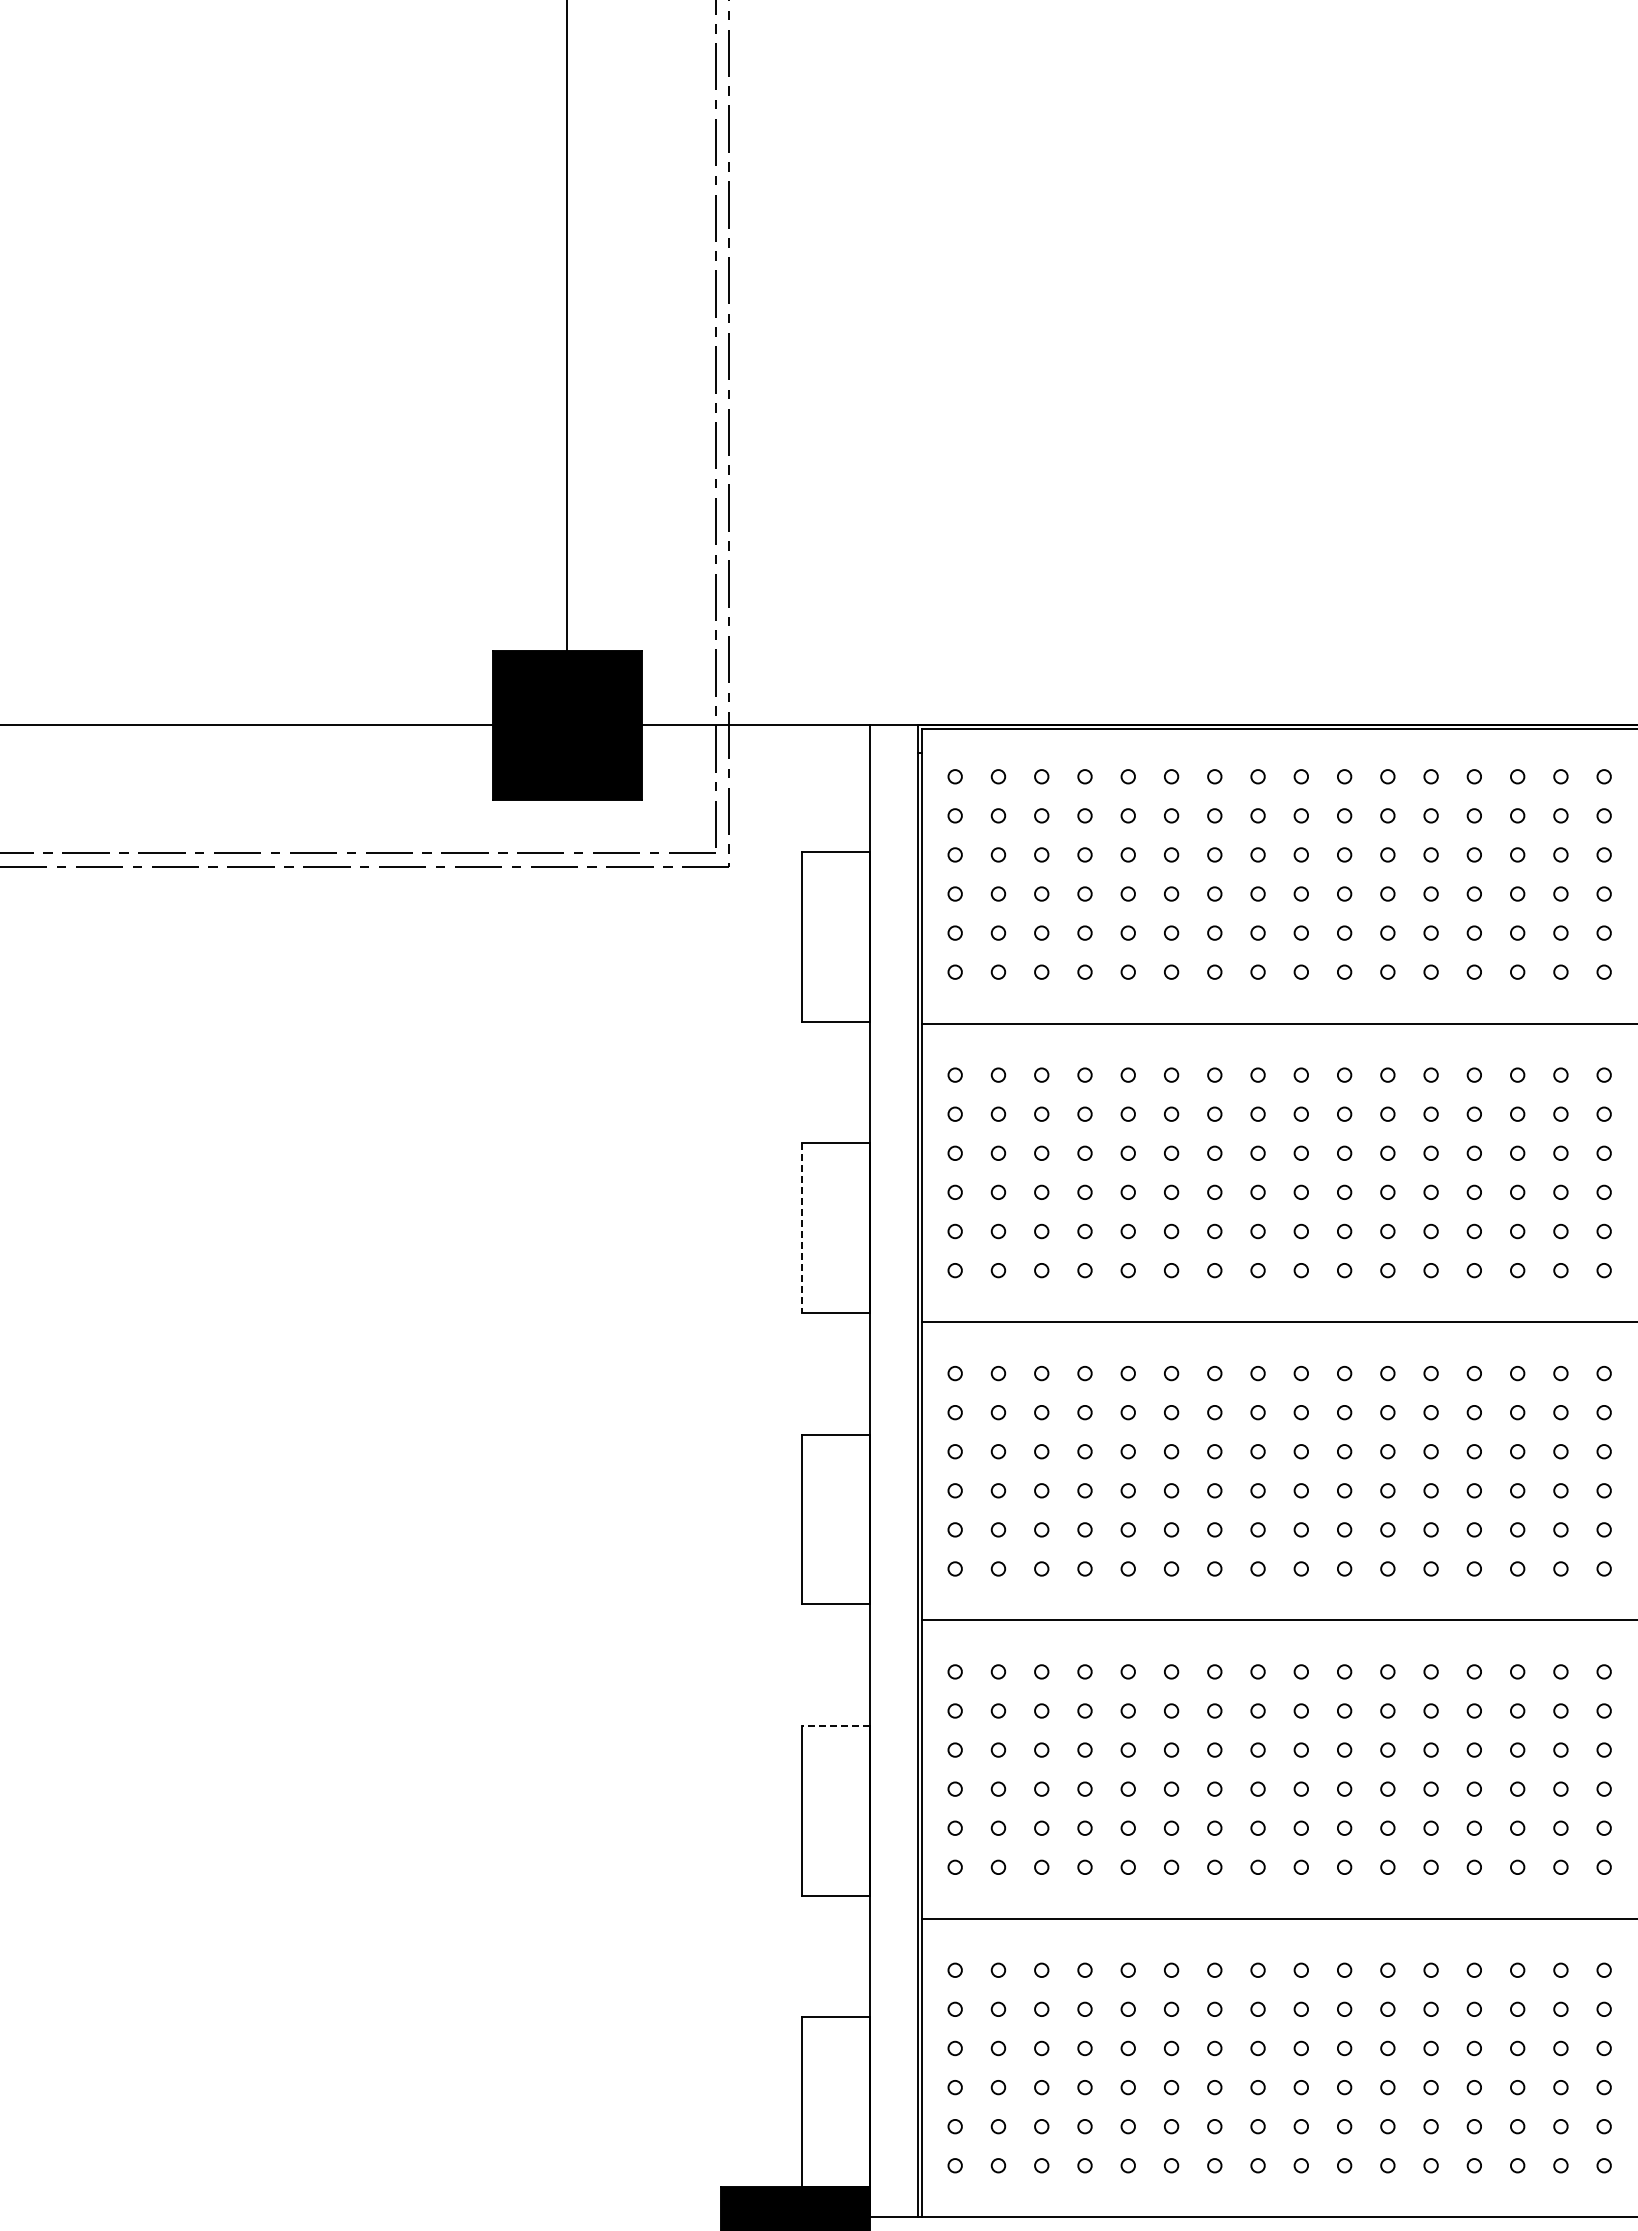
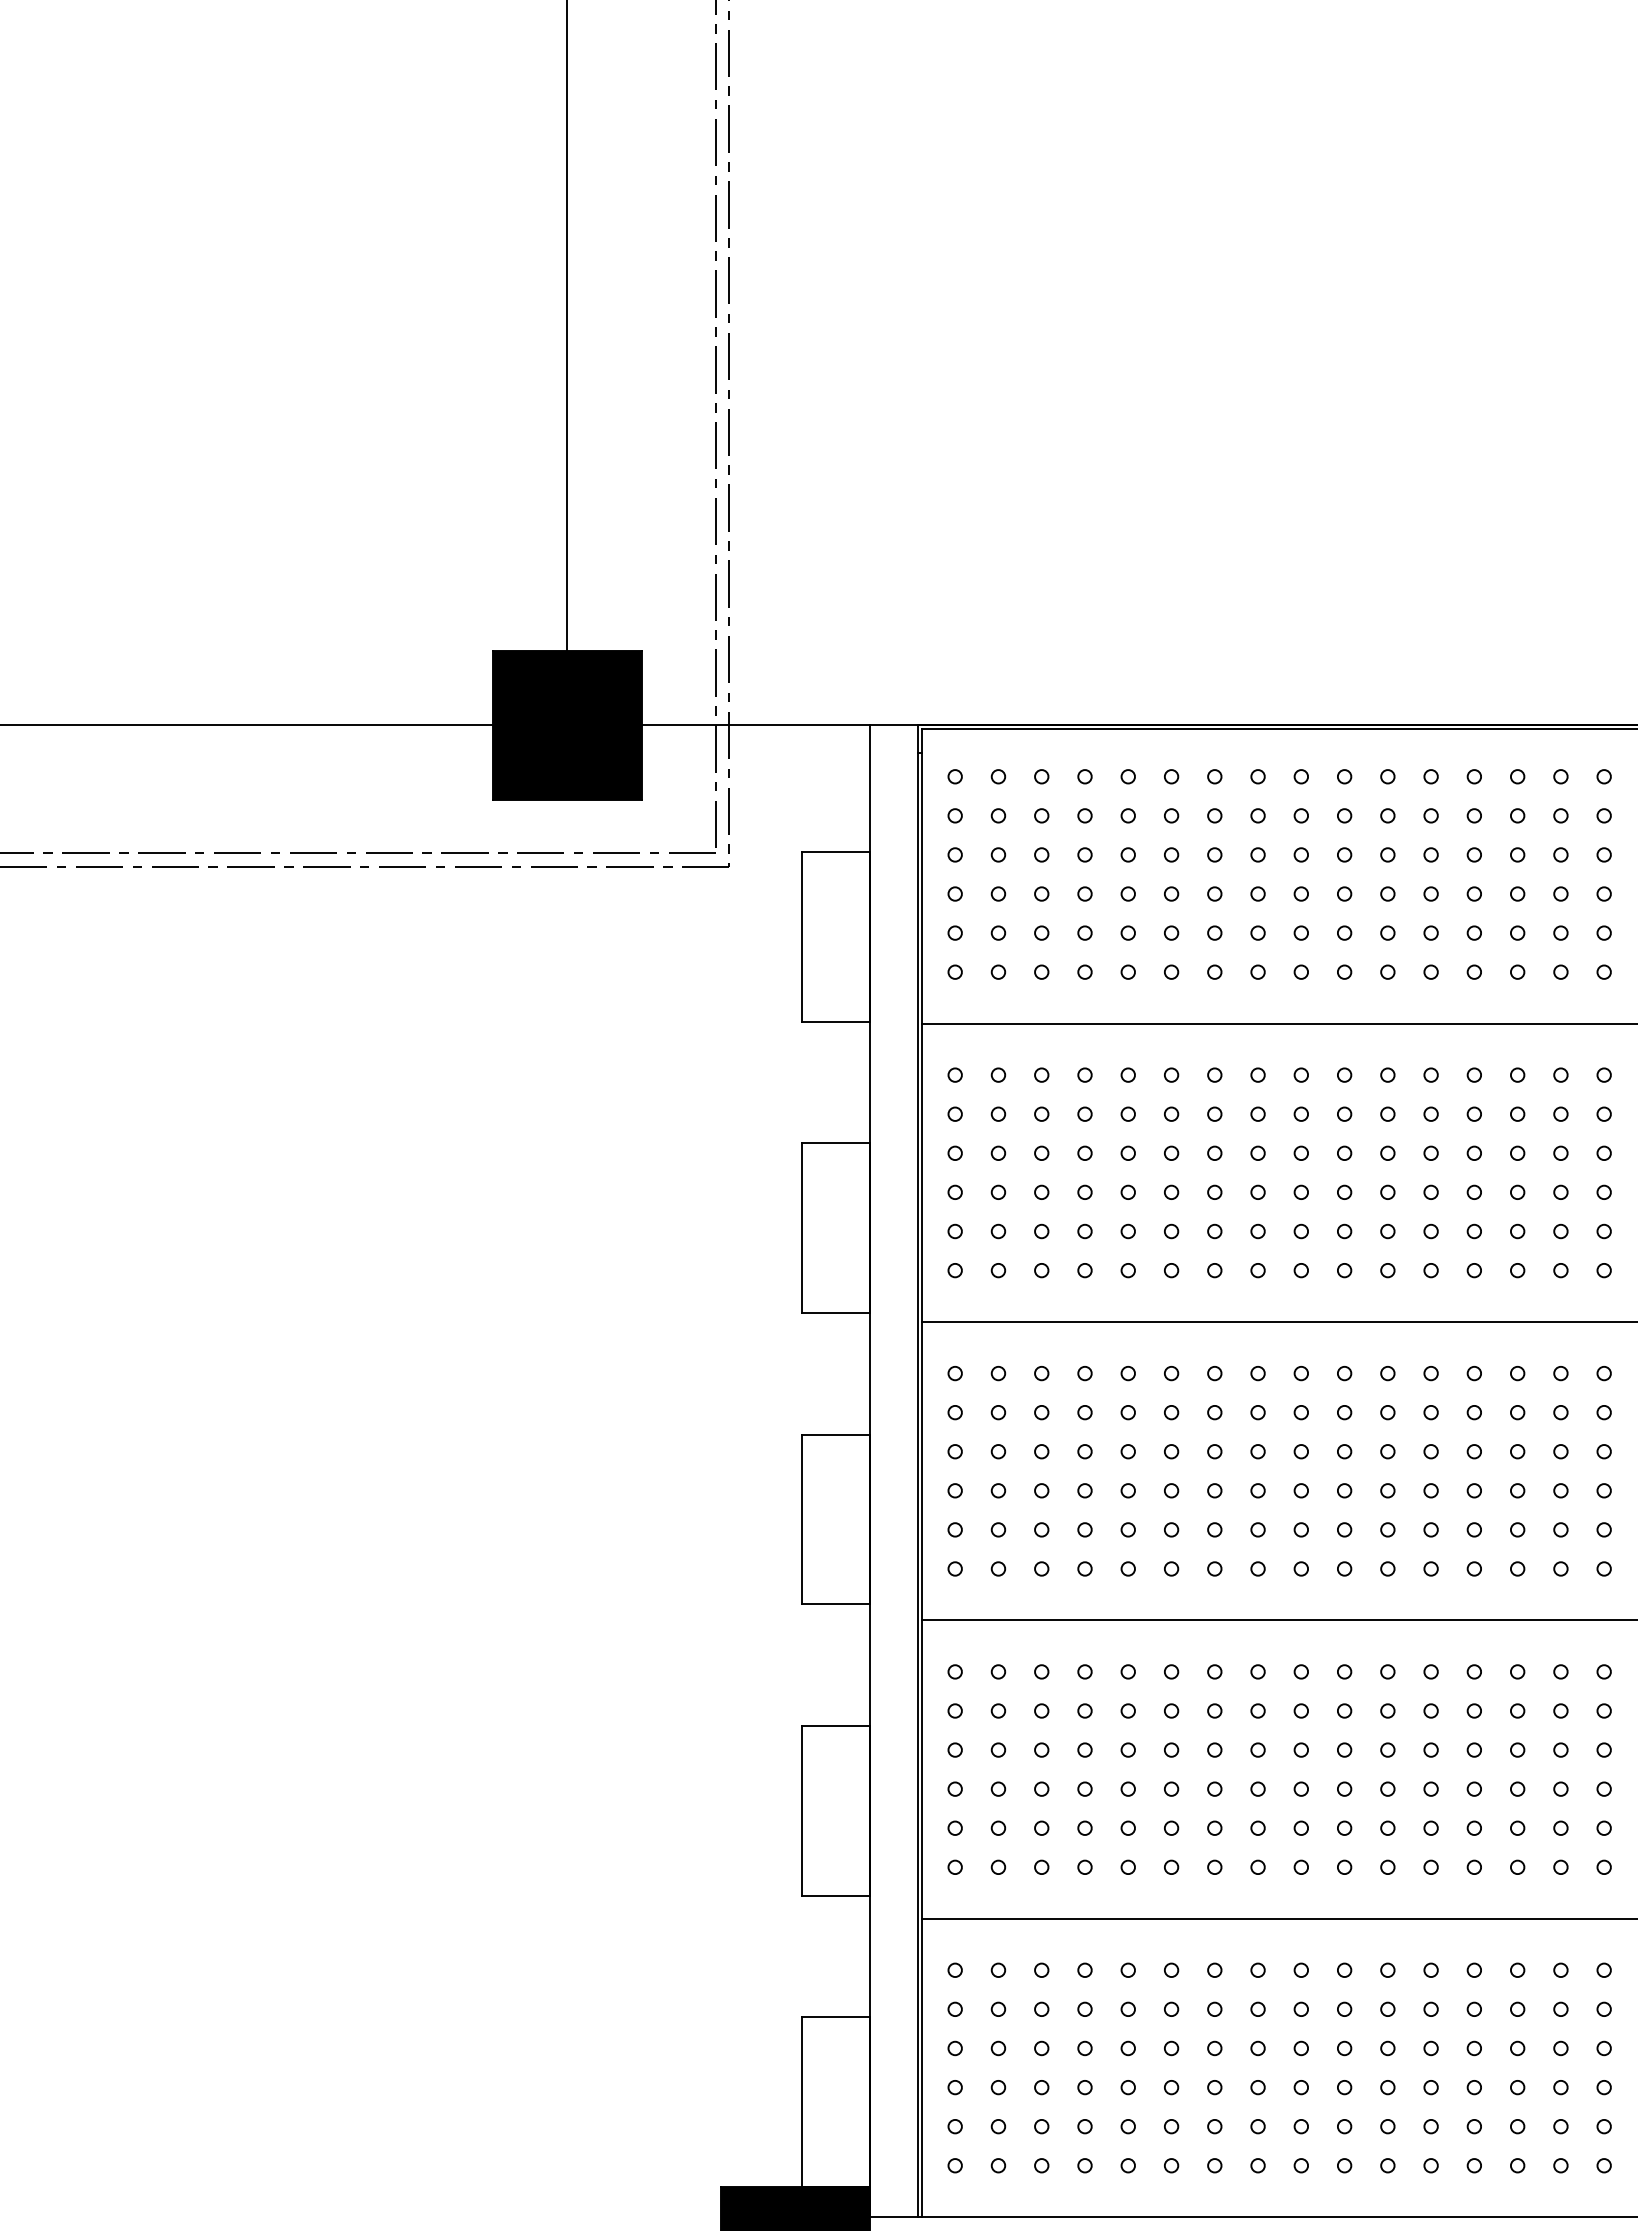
line at (802, 1228): dashed -> solid
line at (836, 1726): dashed -> solid
